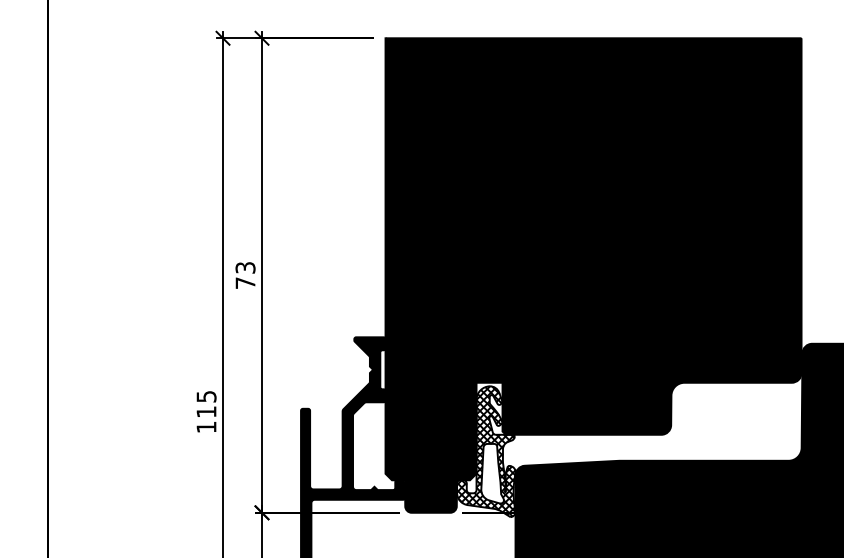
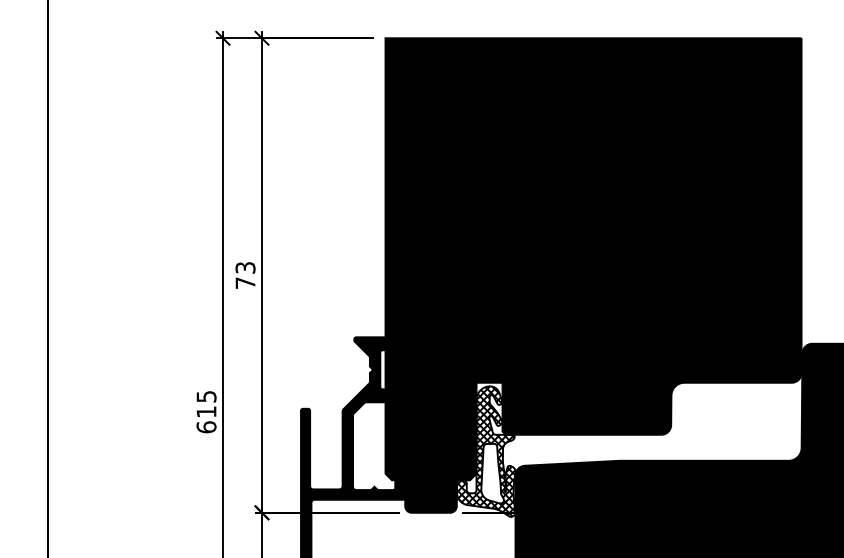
text at (206, 427): 115 -> 615
